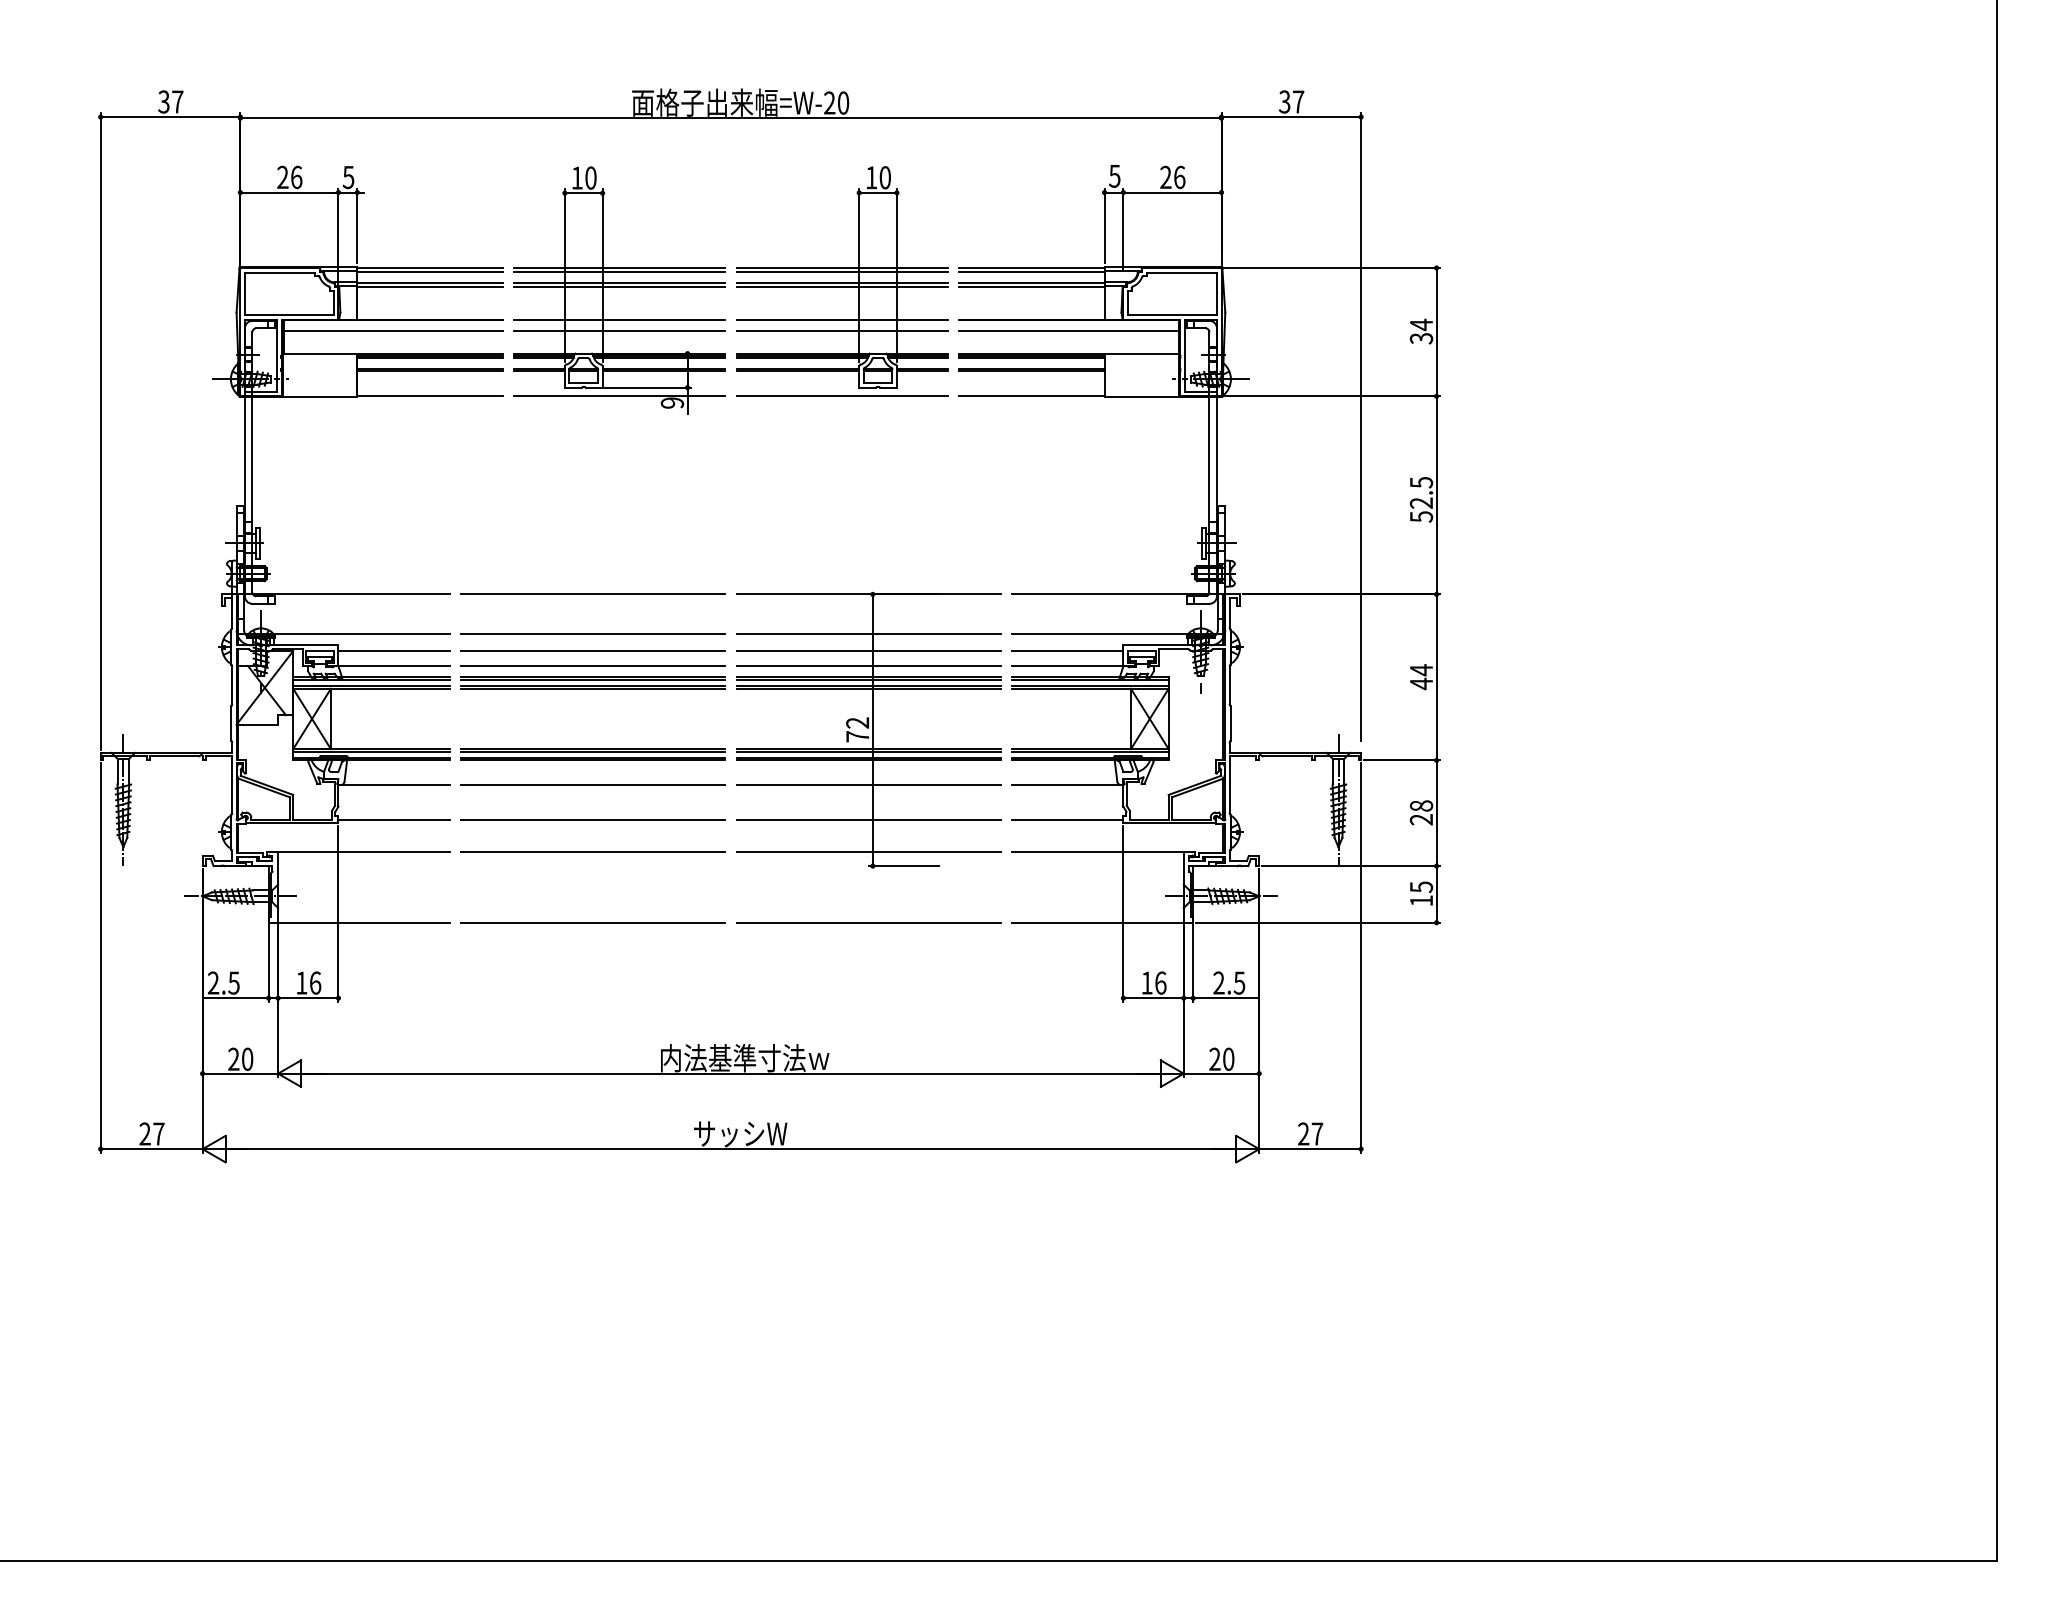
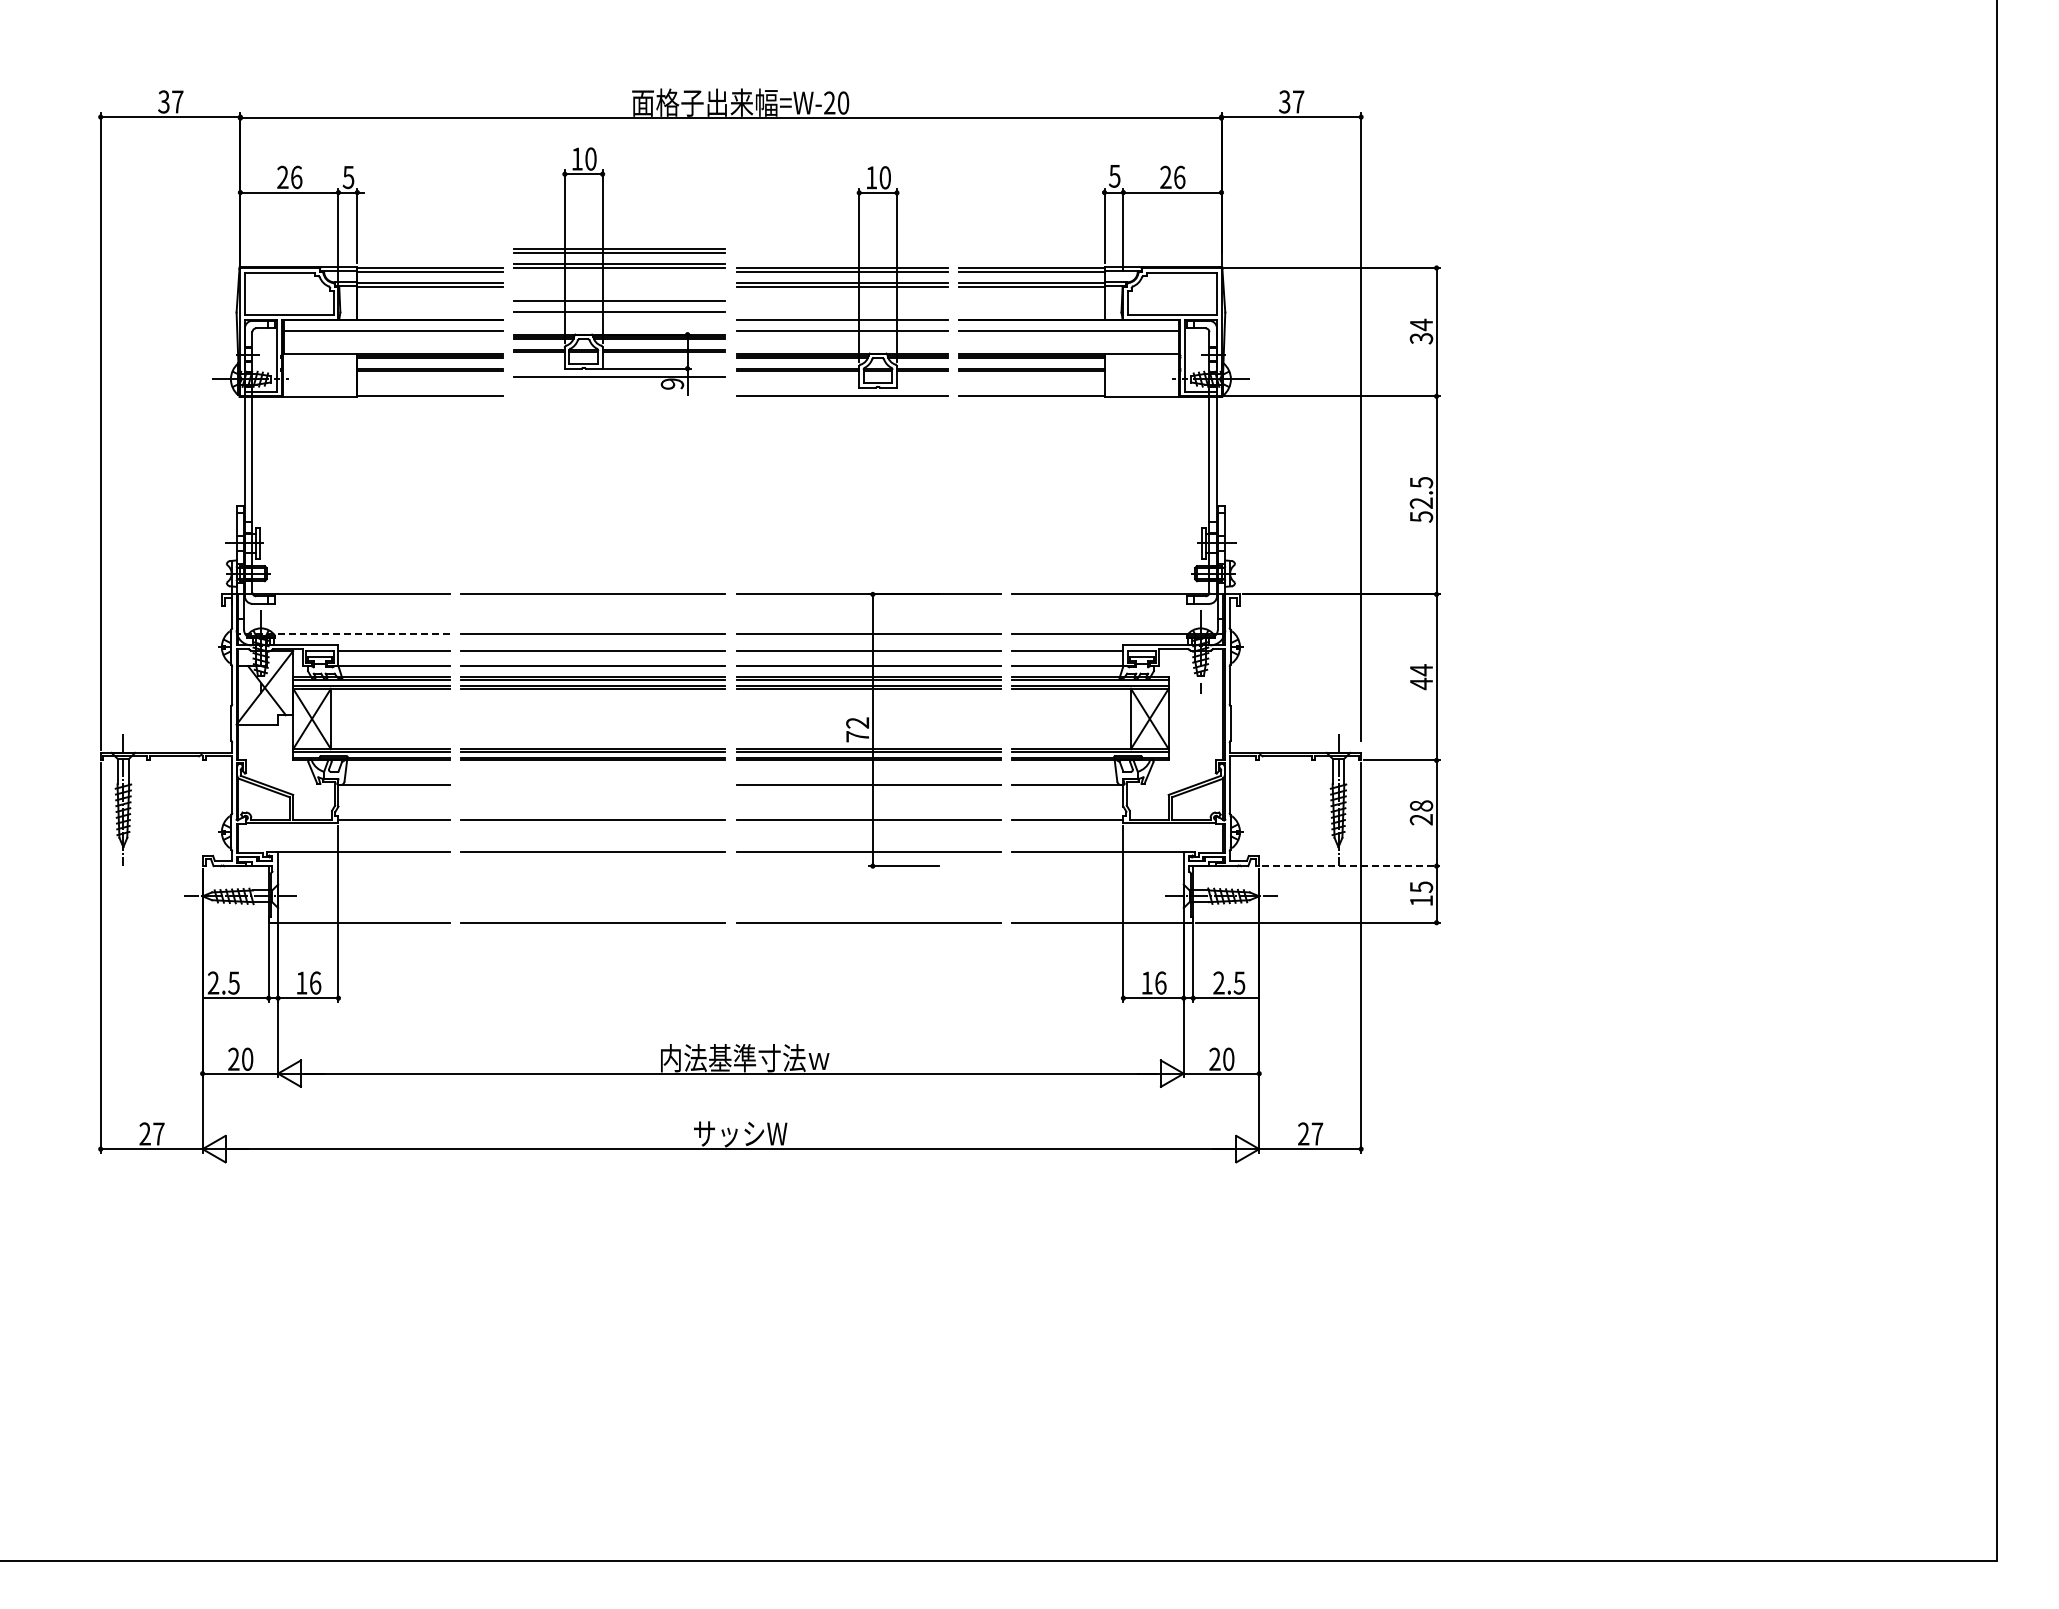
part at (619, 290) position: (619, 290) -> (619, 271)
line at (344, 634): solid -> dashed
line at (593, 785): present -> none
line at (1351, 866): solid -> dashed
